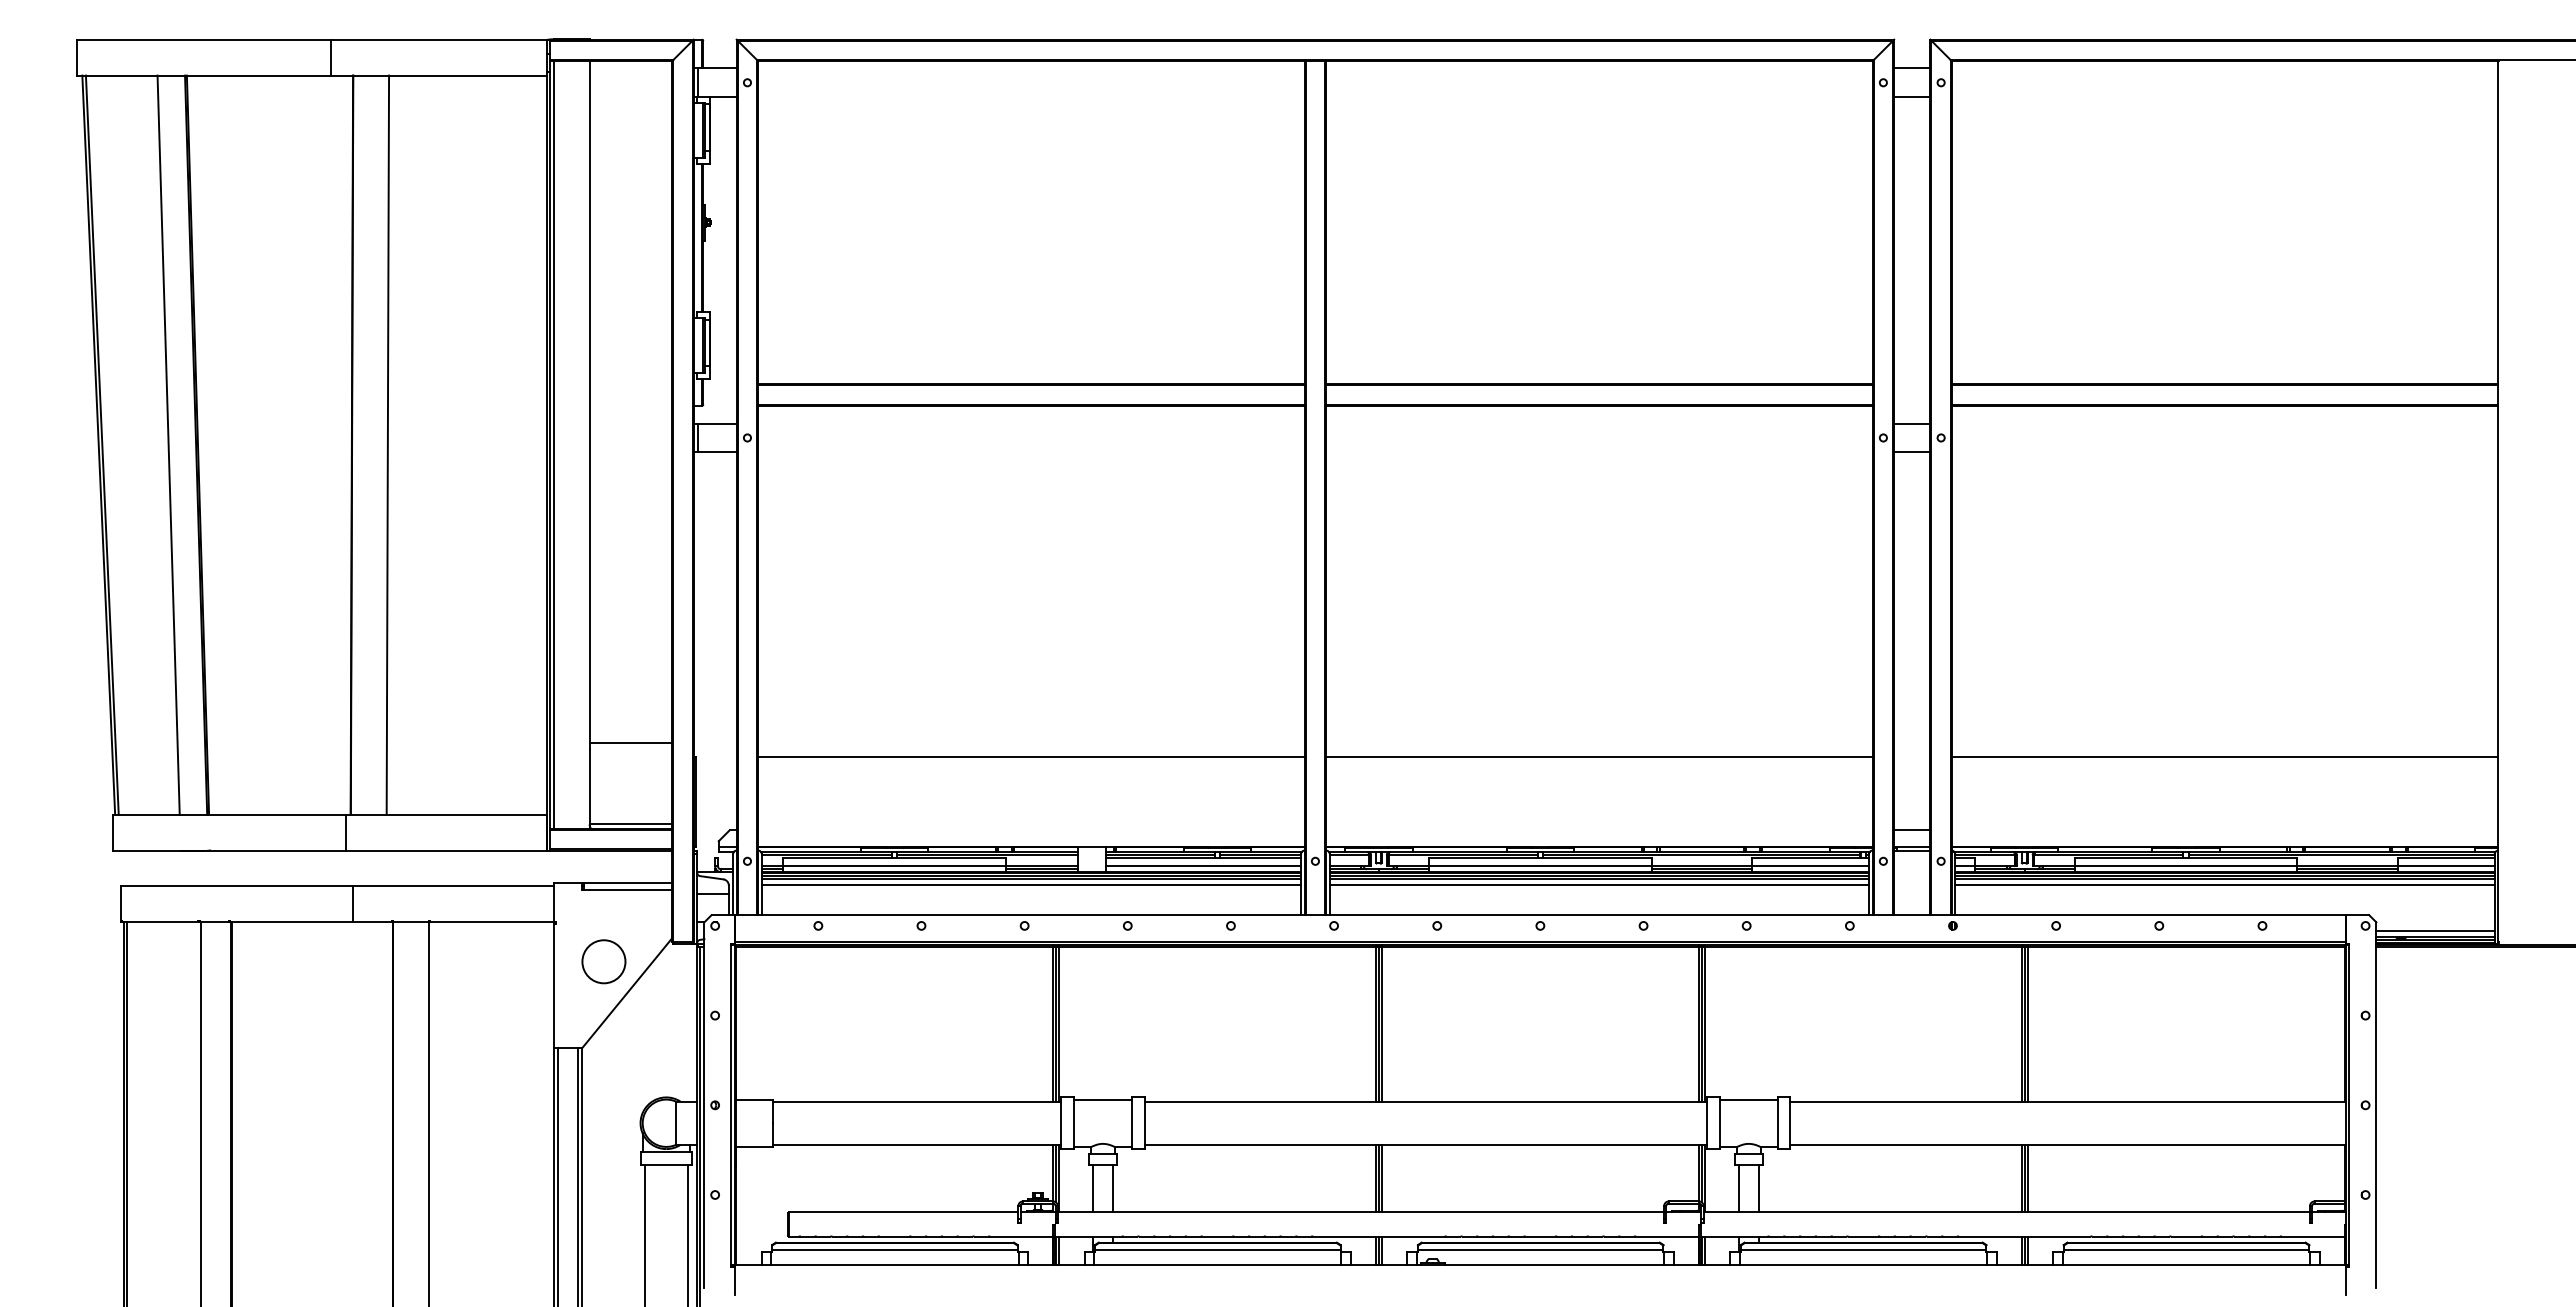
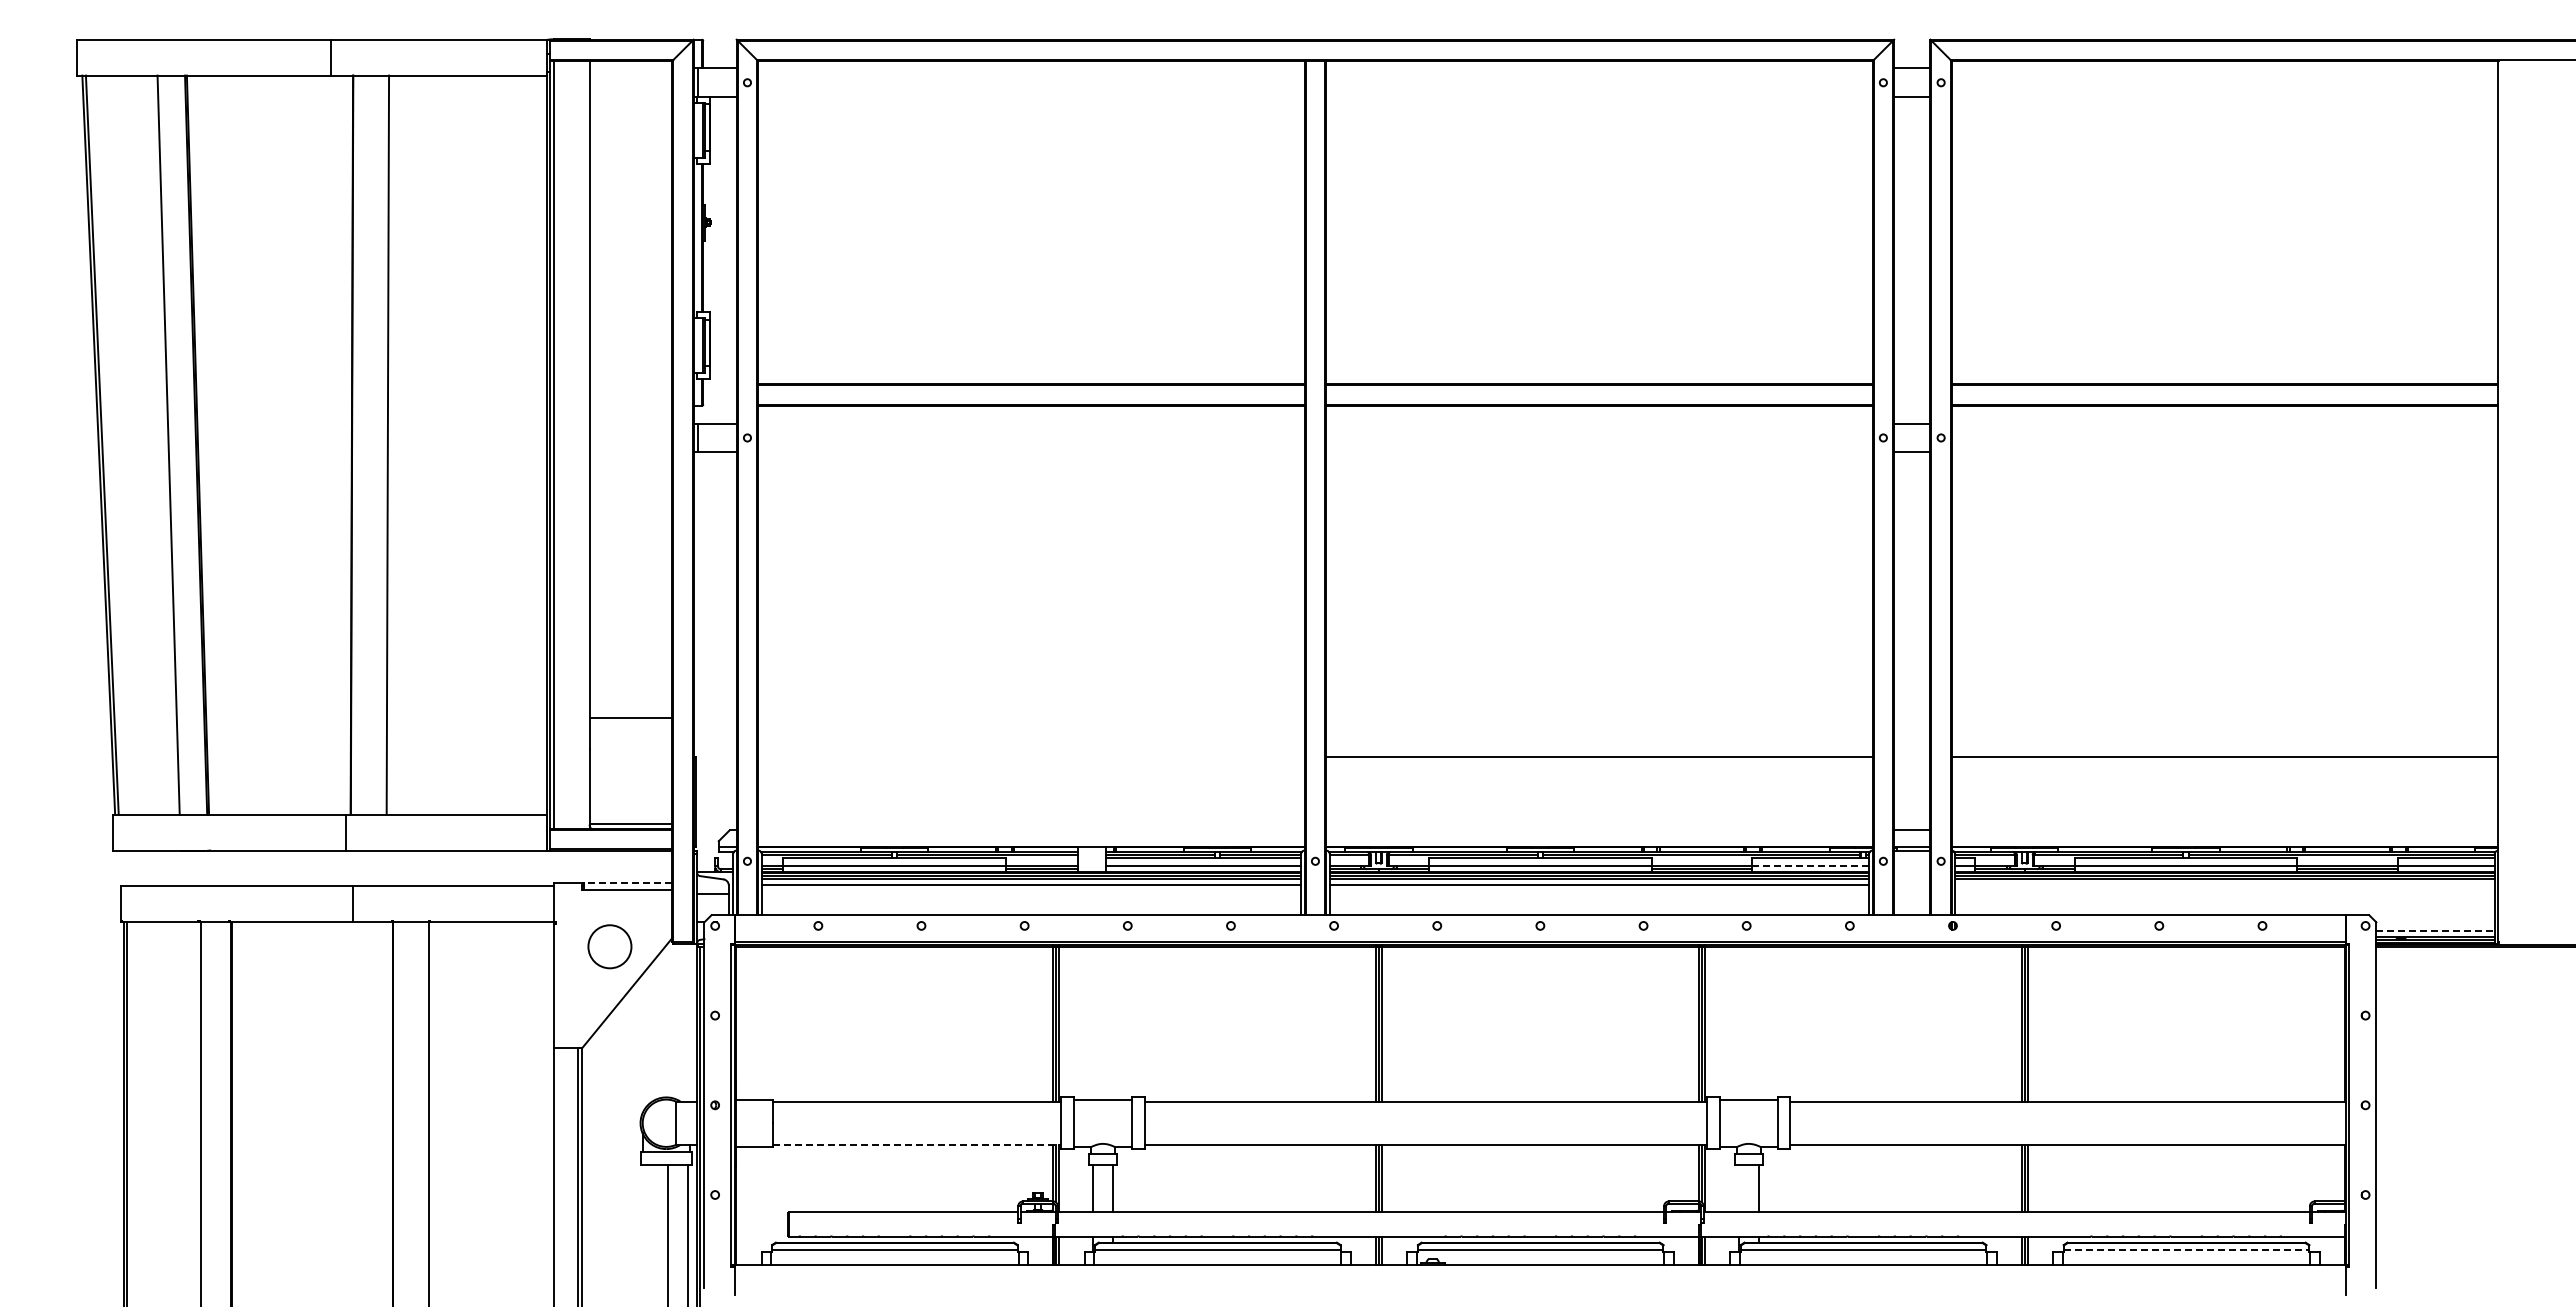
line at (630, 742) position: (630, 742) -> (630, 717)
line at (1031, 757): present -> none
line at (1810, 866): solid -> dashed
line at (627, 882): solid -> dashed
line at (2224, 885): present -> none
line at (2436, 930): solid -> dashed
circle at (603, 961) position: (603, 961) -> (609, 946)
line at (917, 1144): solid -> dashed
line at (558, 1175): present -> none
line at (1739, 1188): present -> none
line at (644, 1233) position: (644, 1233) -> (667, 1233)
line at (2186, 1249): solid -> dashed
